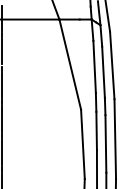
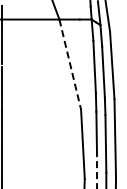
line at (70, 65): solid -> dashed
line at (96, 169): solid -> dashed
